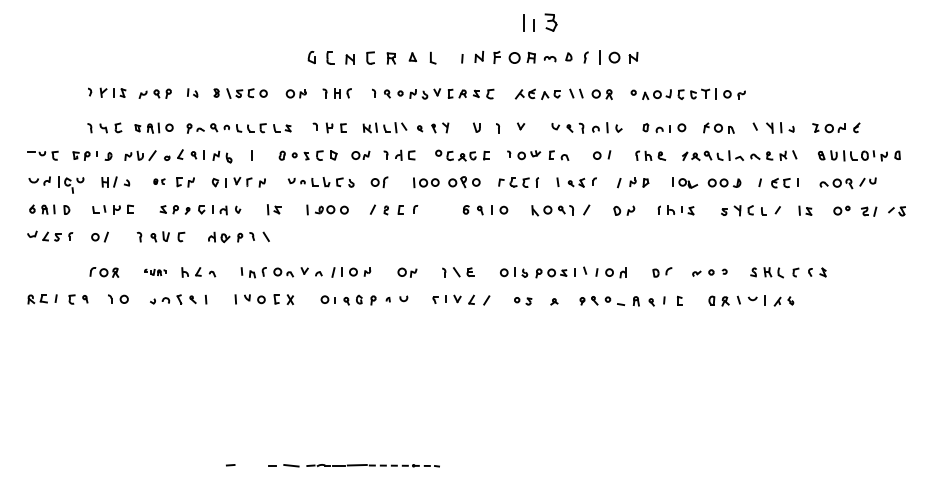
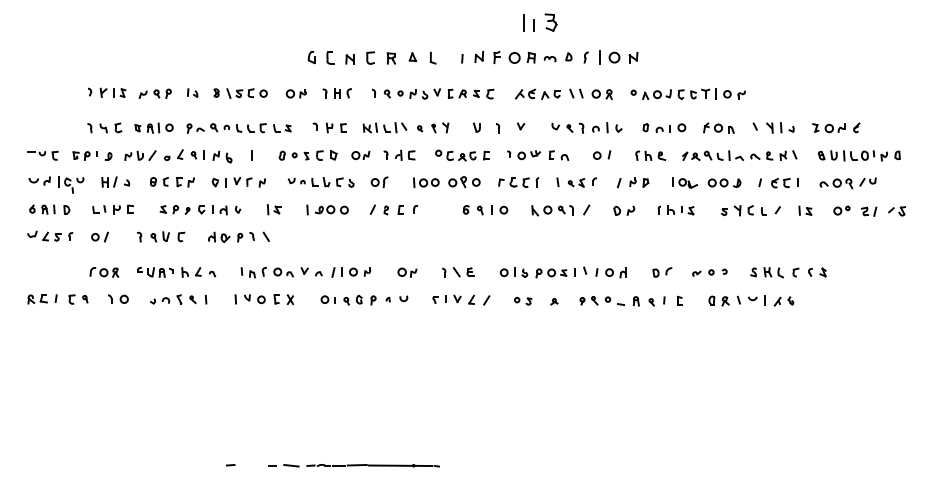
part at (159, 181) size: 13x7 px -> 19x11 px
part at (155, 272) size: 23x9 px -> 37x11 px
line at (400, 465): dashed -> solid
